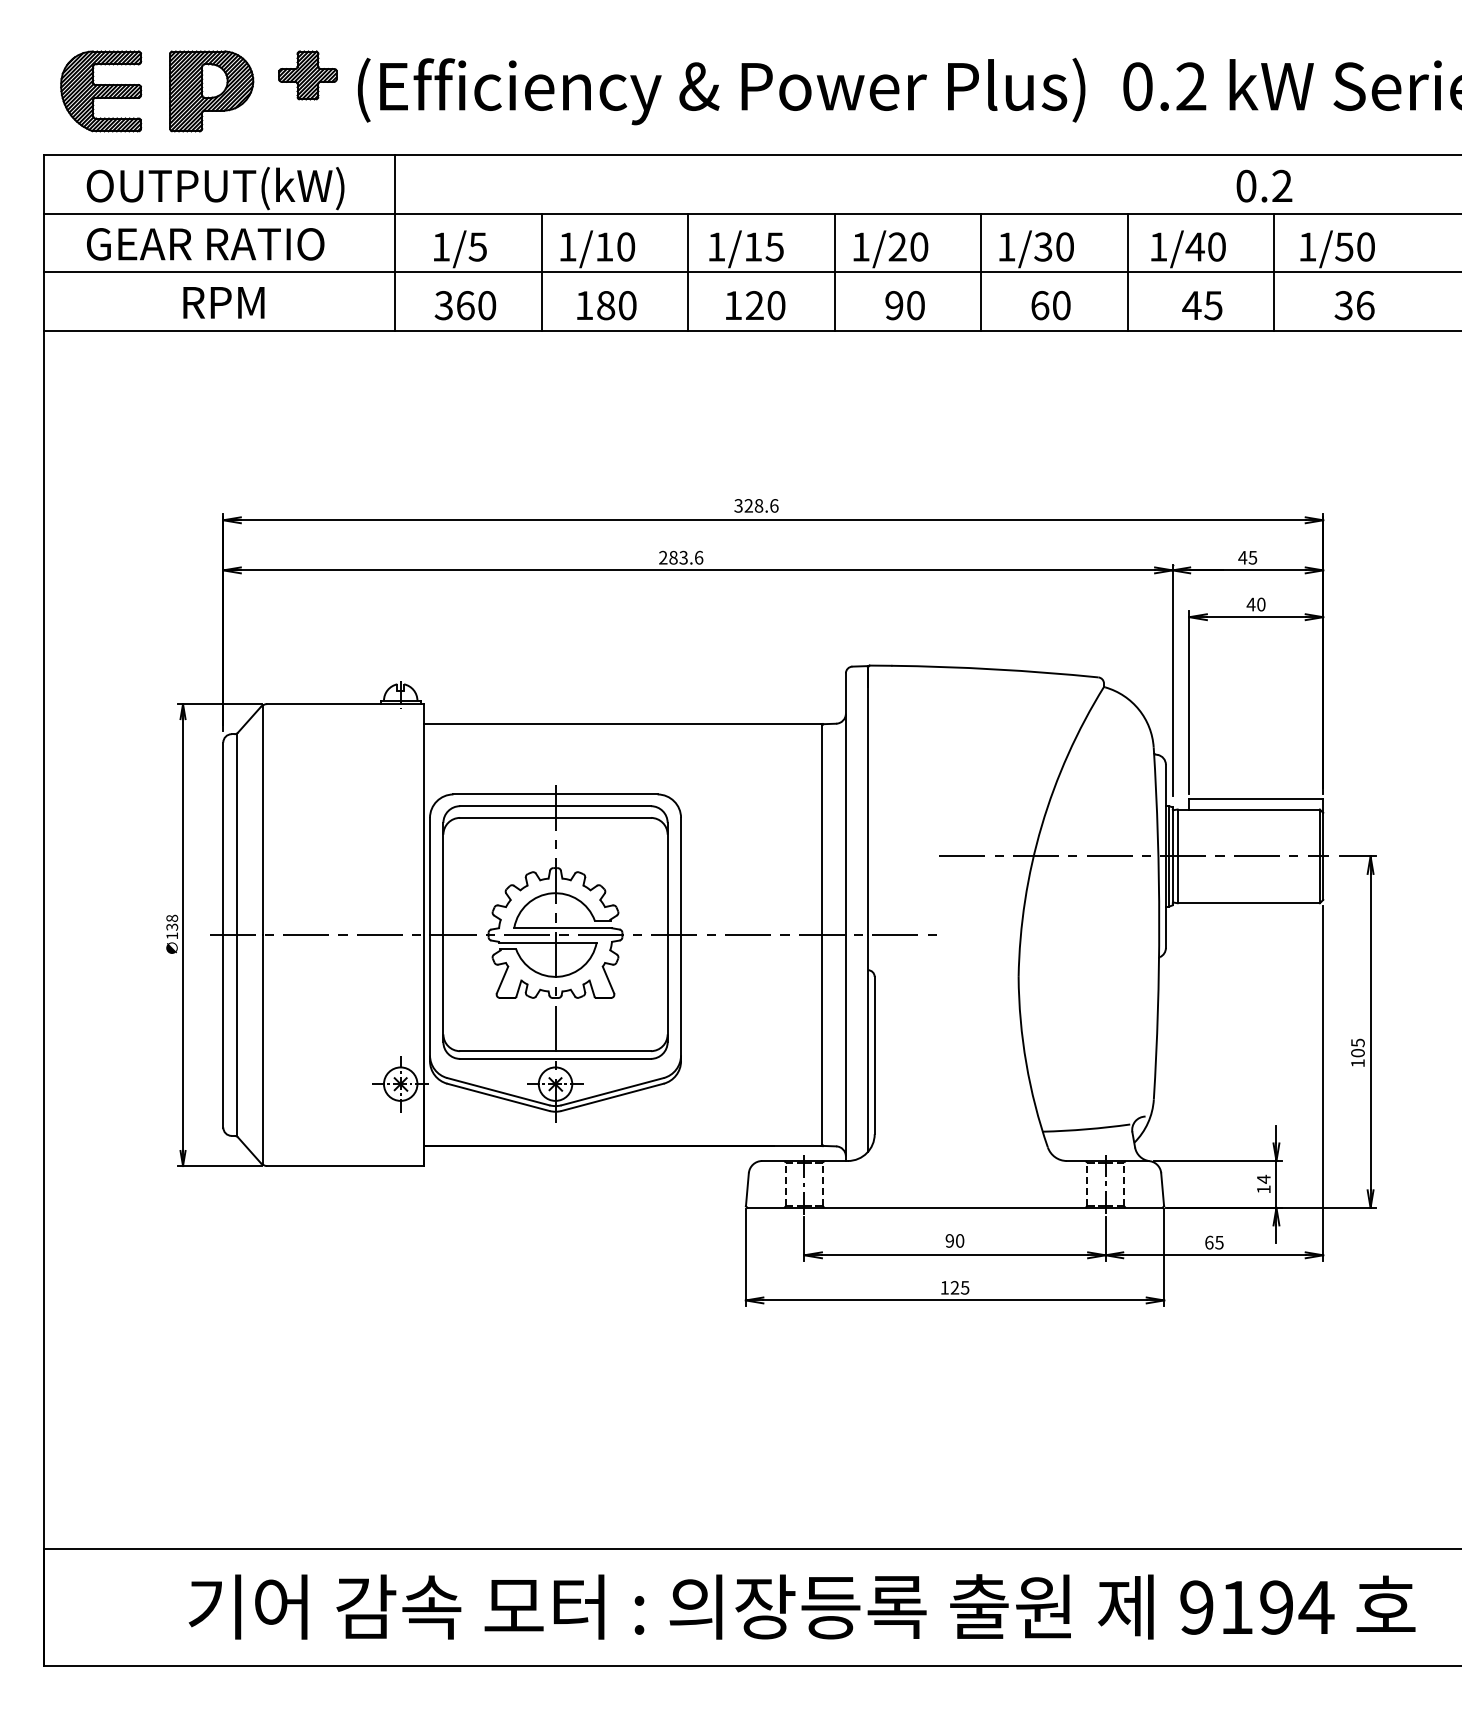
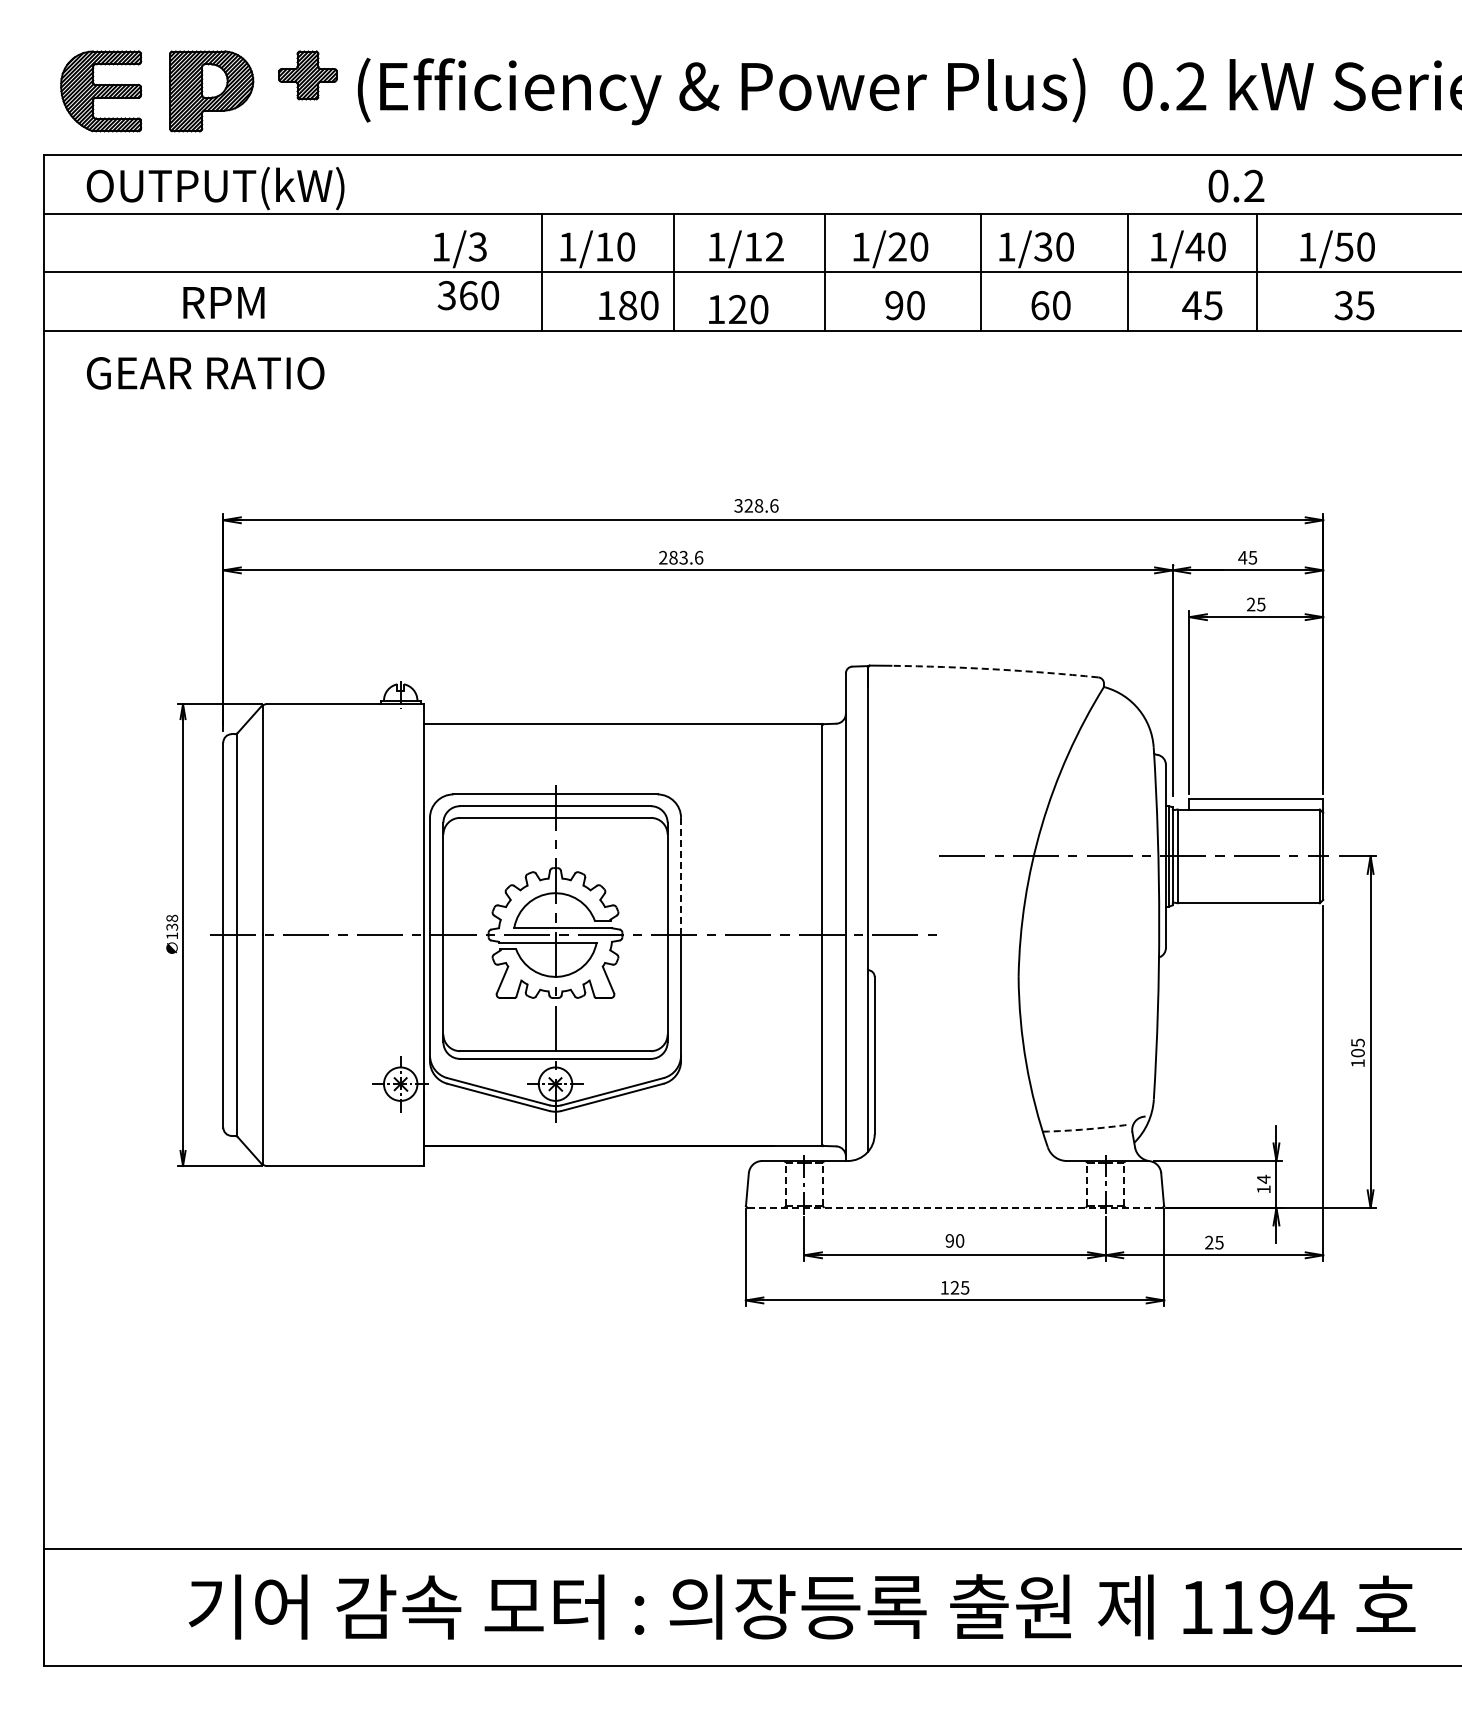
text at (1264, 185) position: (1264, 185) -> (1236, 185)
line at (395, 242): present -> none
text at (205, 244) position: (205, 244) -> (205, 373)
text at (477, 246): 1/5 -> 1/3
text at (774, 246): 1/15 -> 1/12
line at (688, 271) position: (688, 271) -> (674, 271)
line at (834, 271) position: (834, 271) -> (824, 271)
line at (1274, 271) position: (1274, 271) -> (1257, 271)
text at (465, 305) position: (465, 305) -> (468, 295)
text at (606, 305) position: (606, 305) -> (628, 305)
text at (755, 305) position: (755, 305) -> (738, 309)
text at (1365, 305): 36 -> 35
text at (1255, 604): 40 -> 25
arc at (995, 669): solid -> dashed
line at (681, 876): solid -> dashed
arc at (1086, 1129): solid -> dashed
line at (955, 1207): solid -> dashed
text at (1209, 1242): 65 -> 25
text at (1196, 1607): 9194 -> 1194
